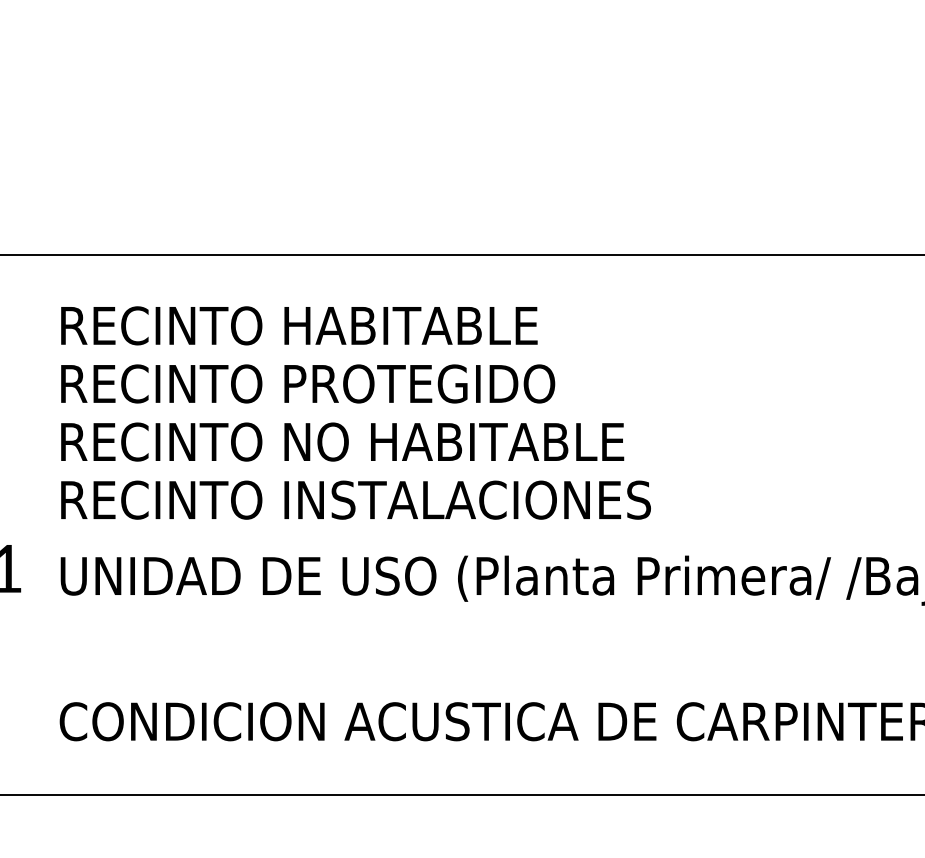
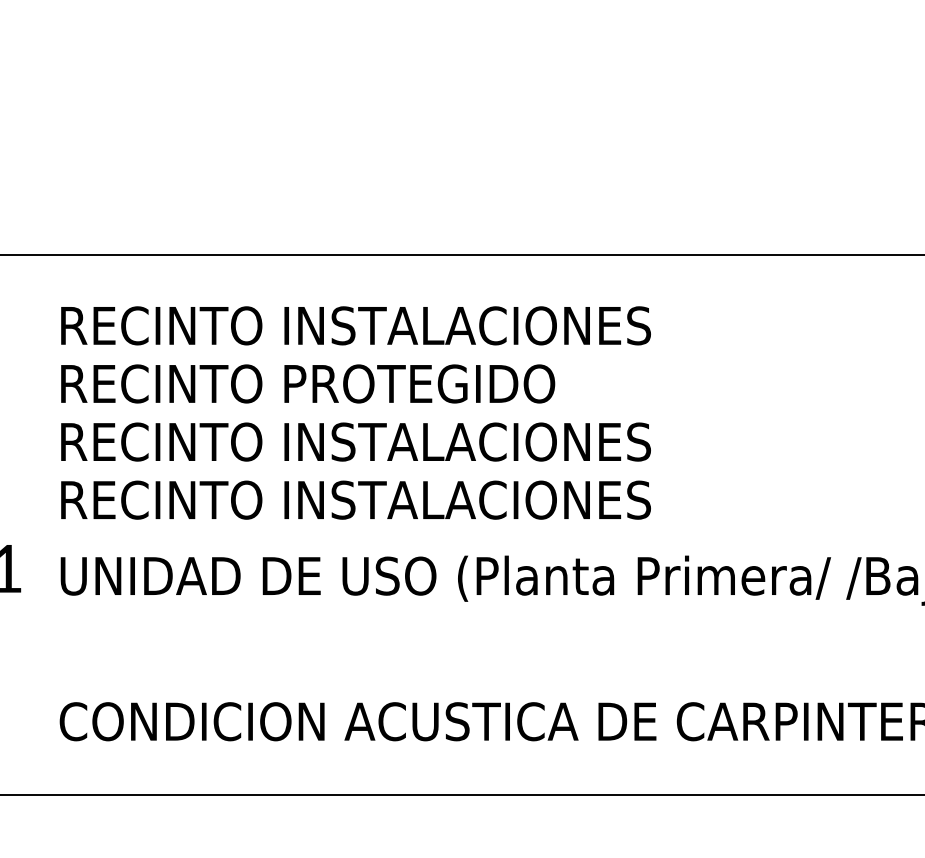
text at (469, 325): RECINTO HABITABLE -> RECINTO INSTALACIONES
text at (469, 441): RECINTO NO HABITABLE -> RECINTO INSTALACIONES
